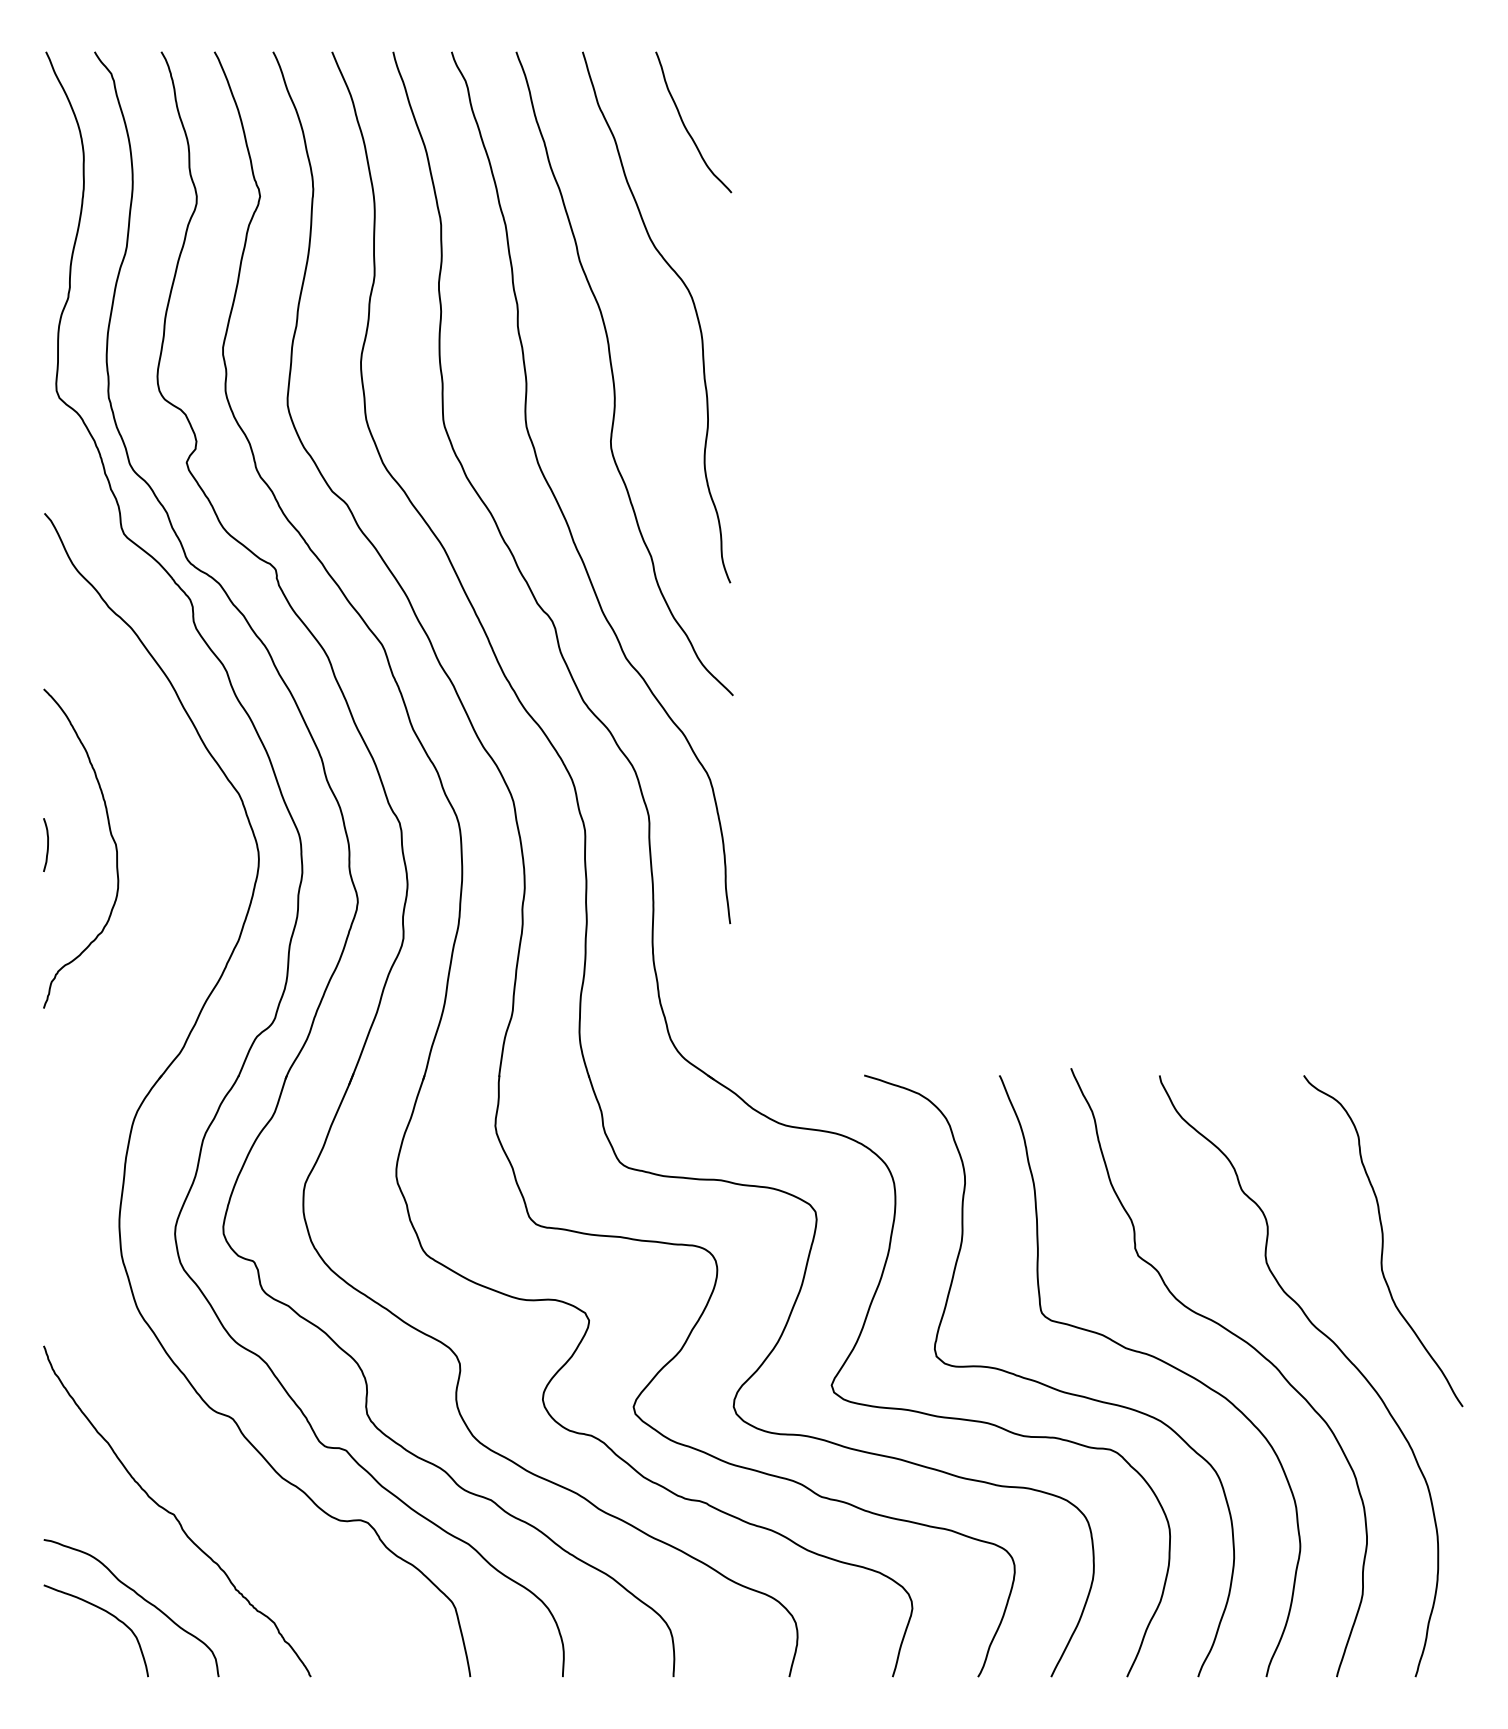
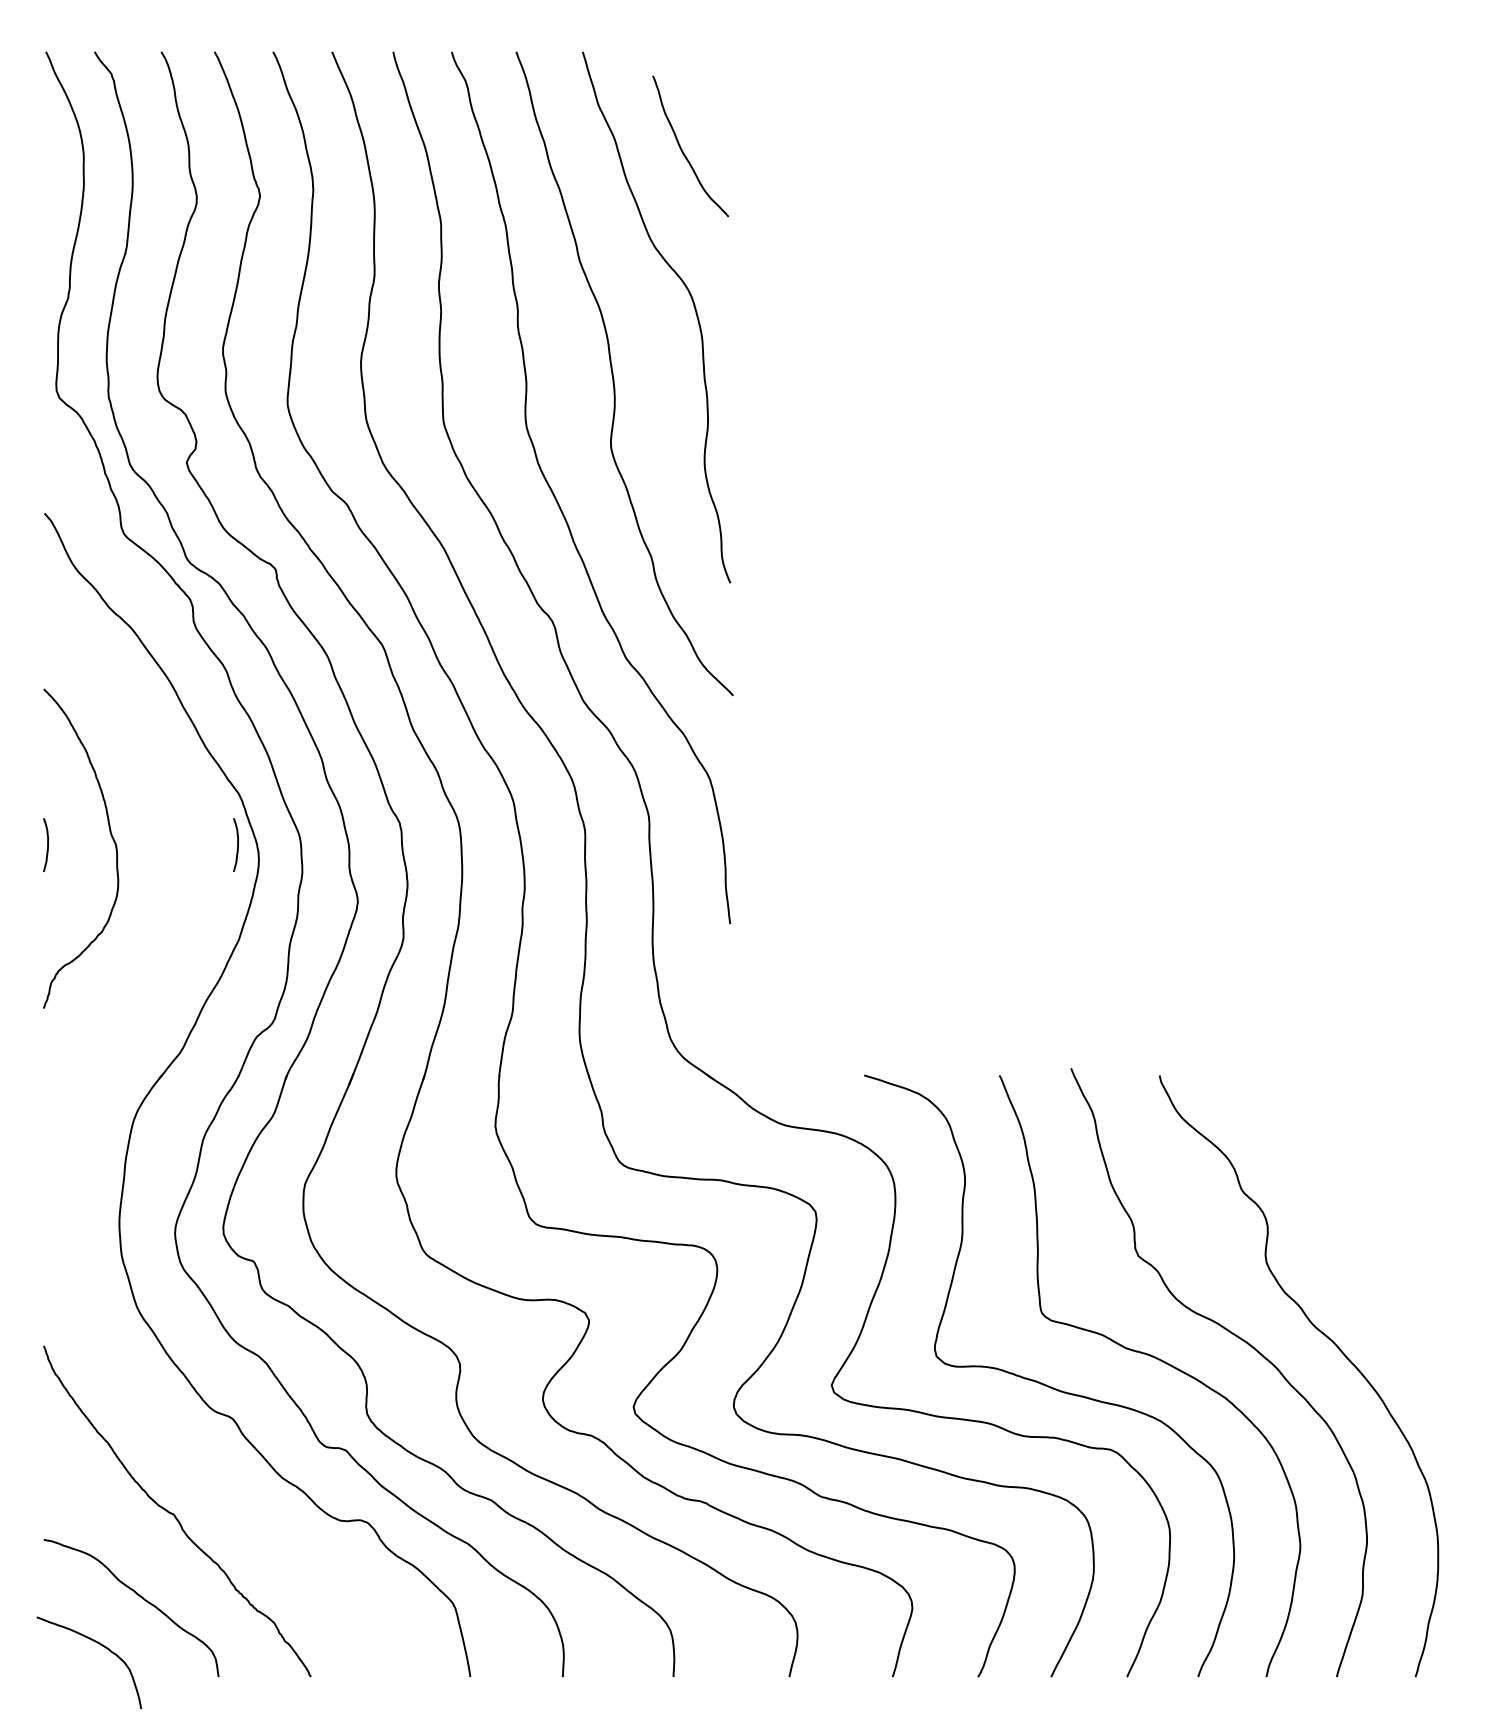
curve at (685, 125) position: (685, 125) -> (682, 149)
curve at (237, 844): none -> present
curve at (1383, 1241): present -> none
curve at (107, 1613) position: (107, 1613) -> (100, 1645)
